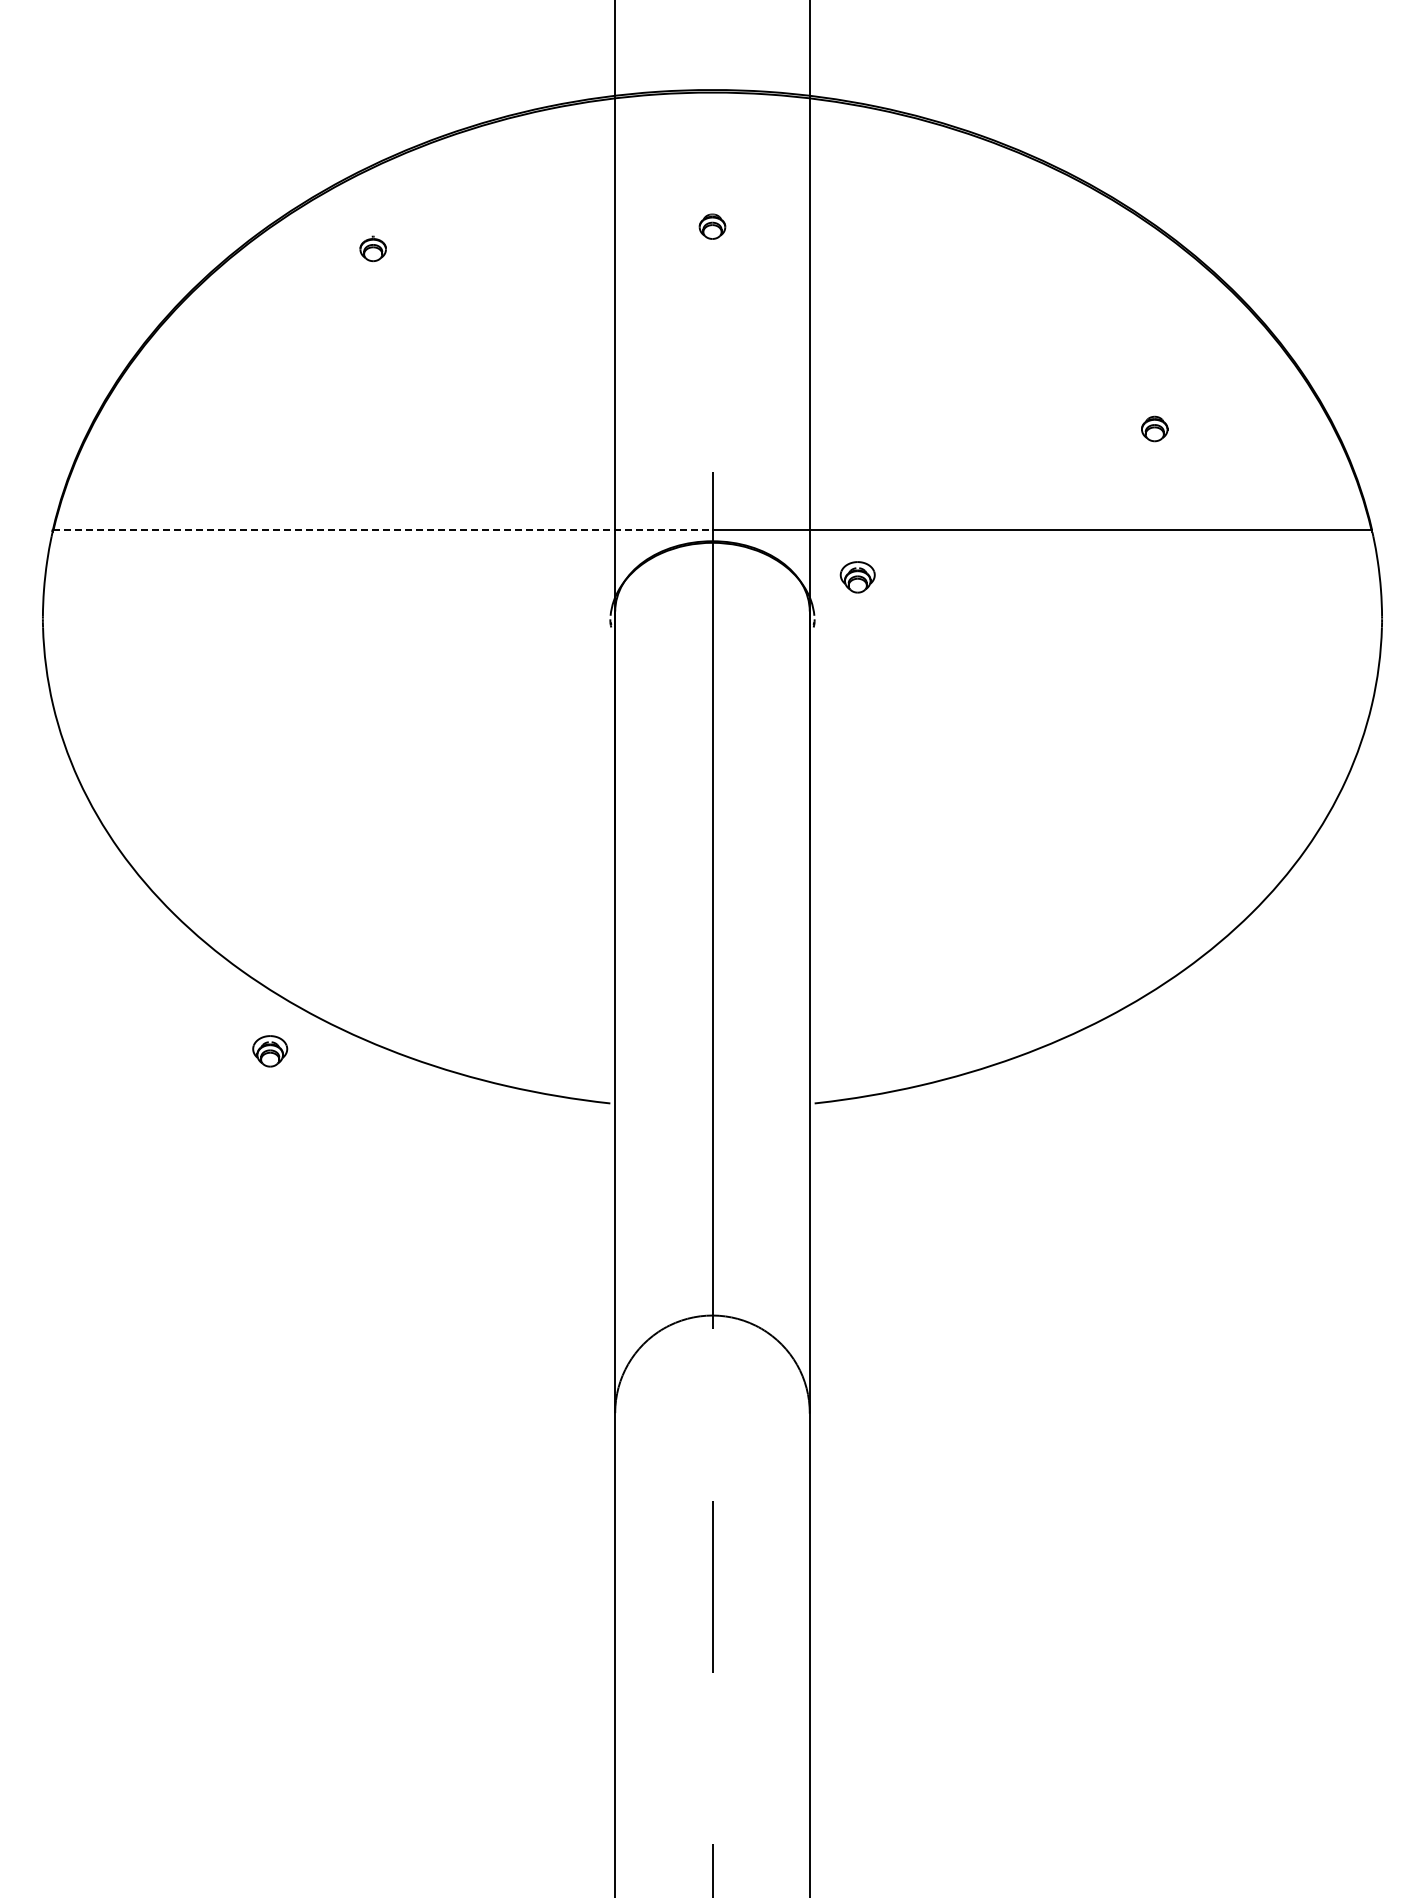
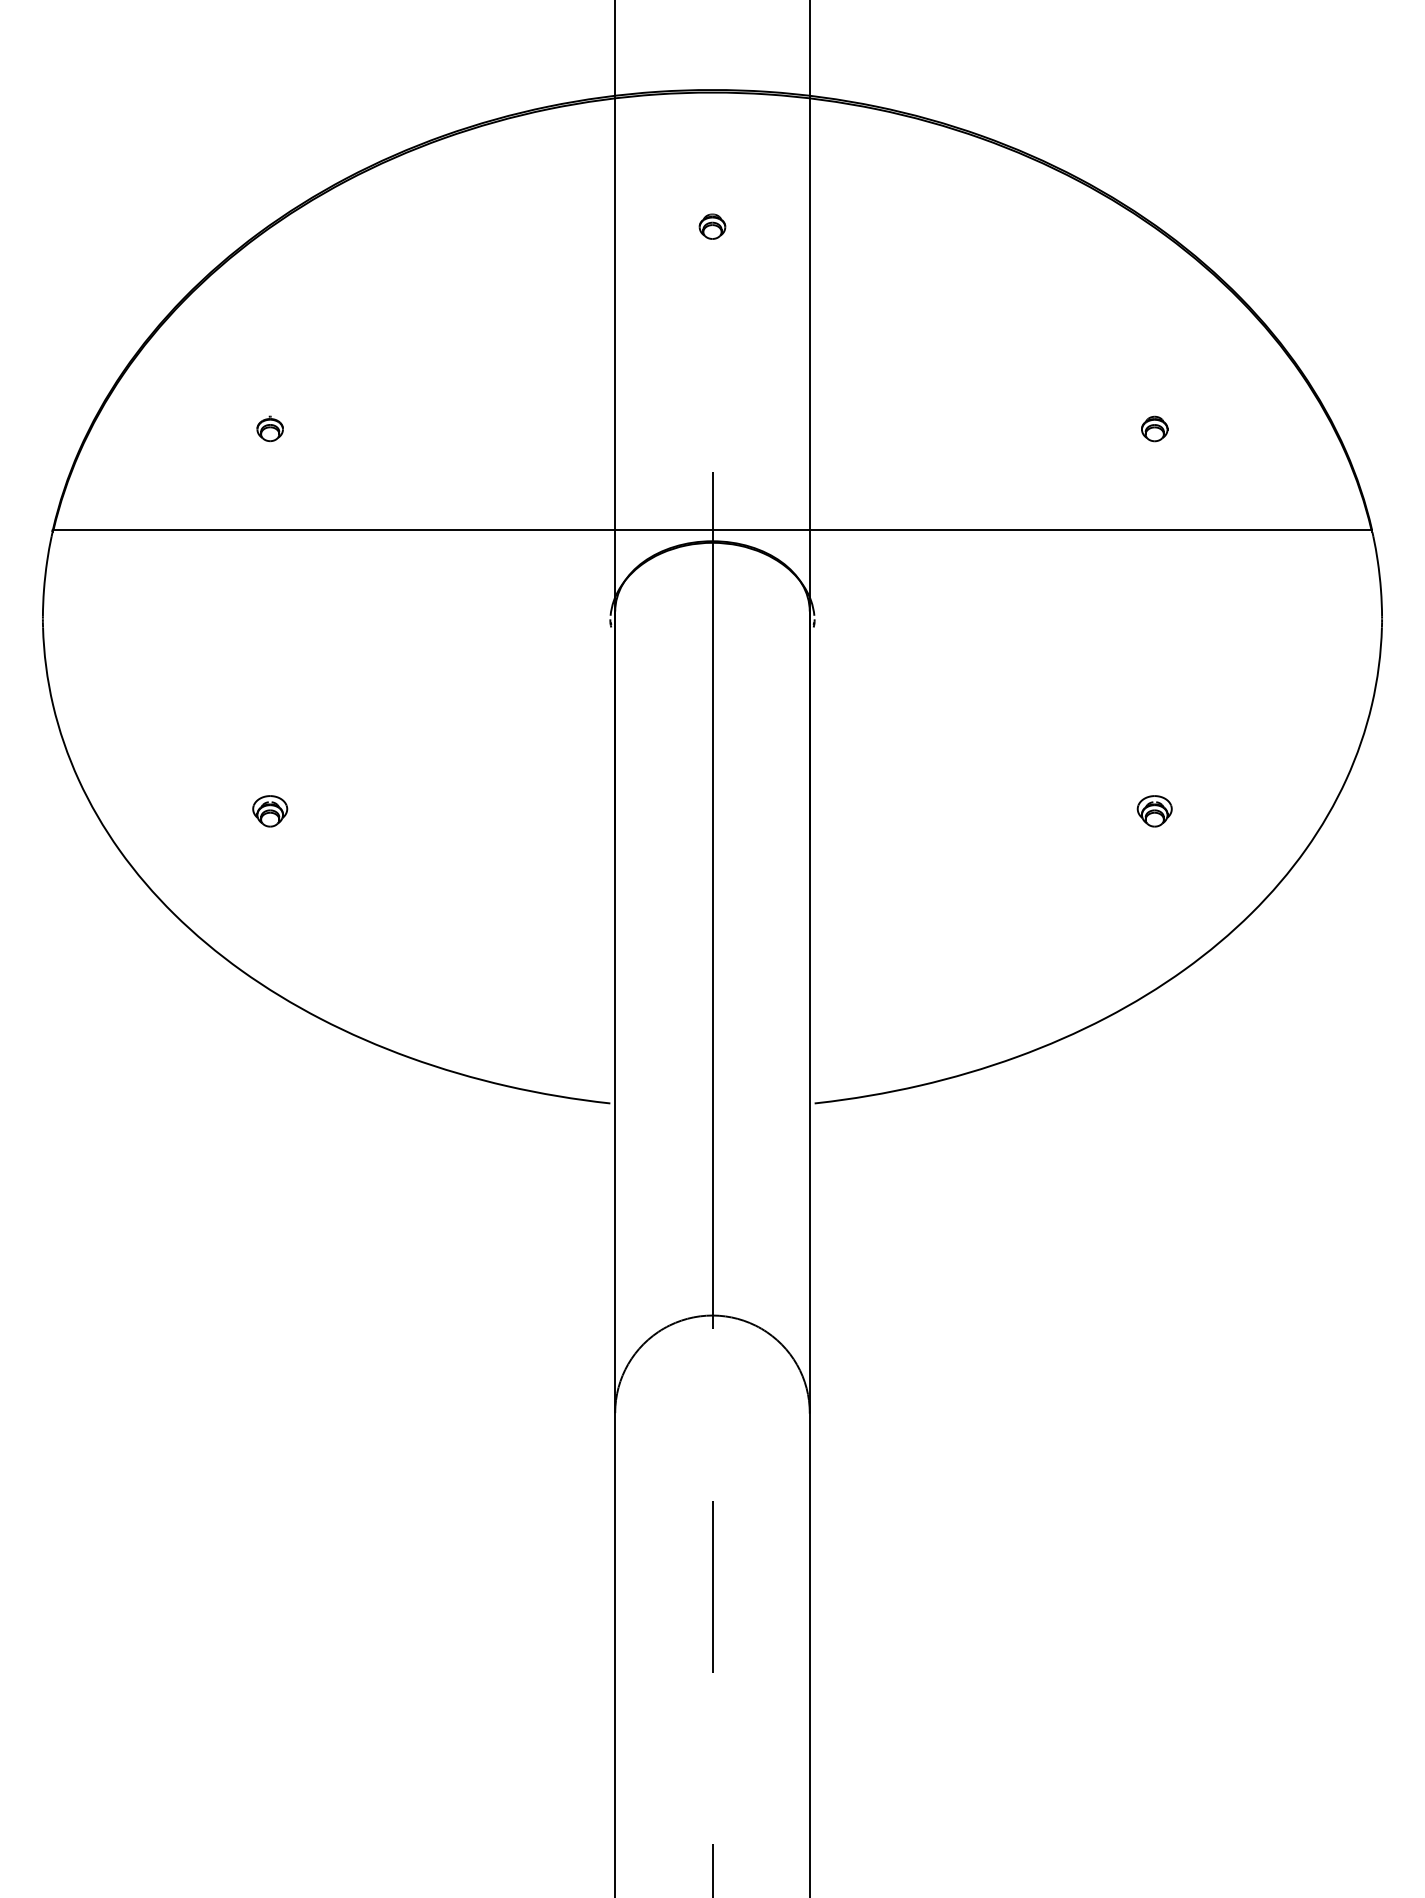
part at (372, 248) position: (372, 248) -> (269, 428)
line at (382, 529): dashed -> solid
part at (857, 577) position: (857, 577) -> (1154, 811)
part at (270, 1051) position: (270, 1051) -> (270, 811)
